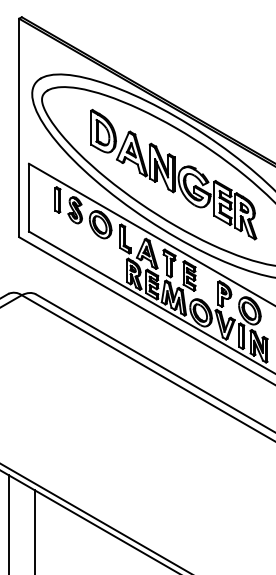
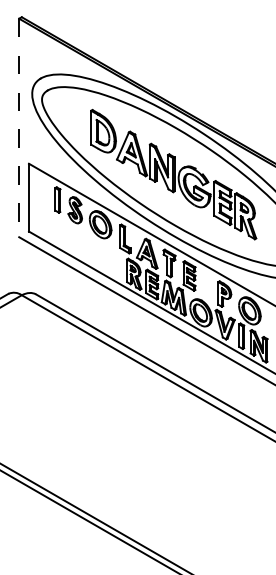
line at (19, 128): solid -> dashed
line at (8, 523): present -> none
line at (34, 530): present -> none
